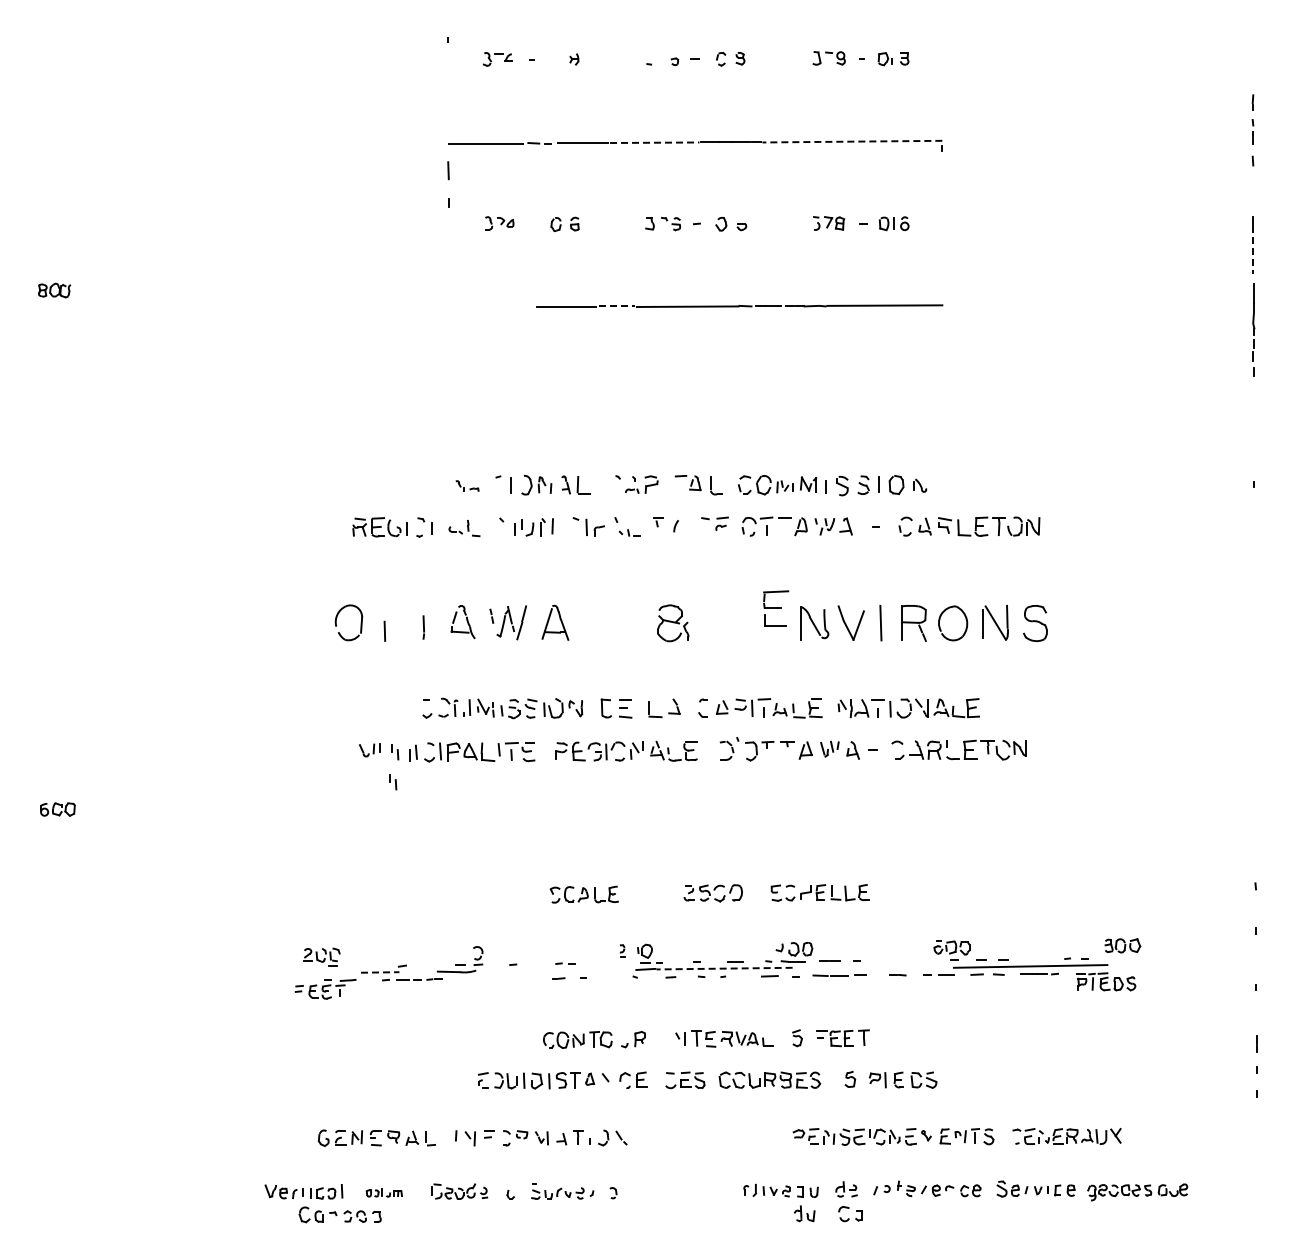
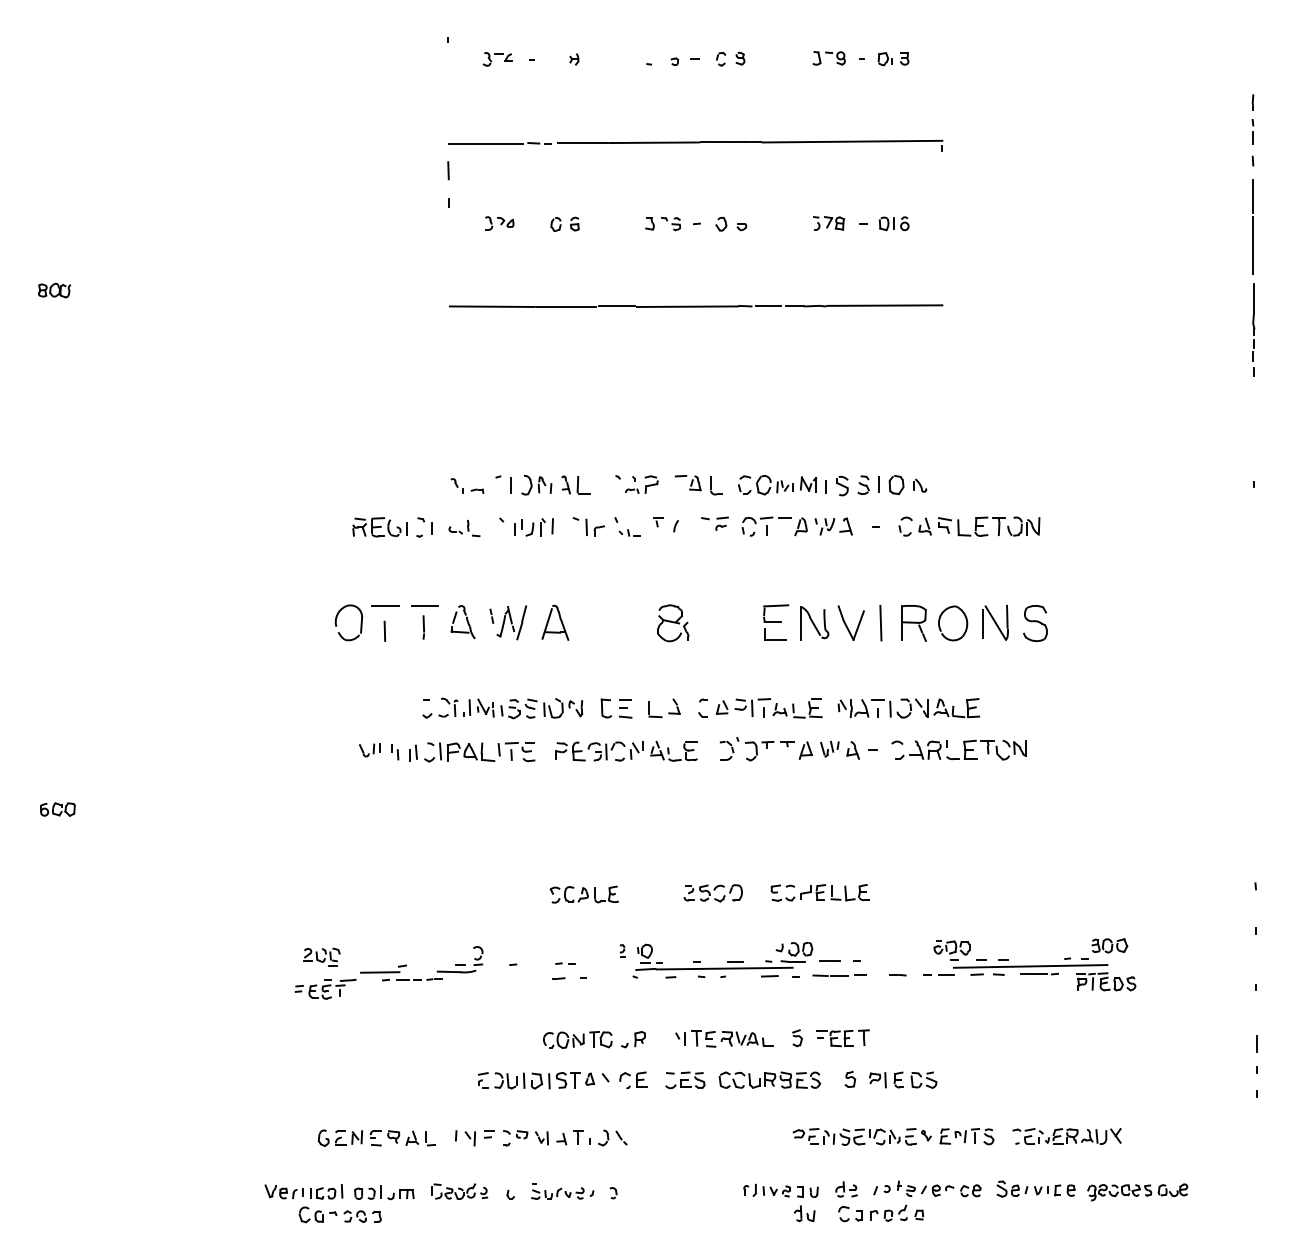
line at (852, 141): dashed -> solid
line at (654, 142): dashed -> solid
line at (1253, 196): none -> present
line at (1253, 250): dashed -> solid
line at (491, 306): none -> present
line at (617, 306): dashed -> solid
part at (467, 485) size: 25x12 px -> 35x16 px
line at (385, 605): none -> present
line at (424, 605): none -> present
part at (776, 608) position: (776, 608) -> (776, 622)
part at (393, 782): present -> none
part at (1122, 945) position: (1122, 945) -> (1109, 945)
line at (724, 968): dashed -> solid
line at (380, 972): dashed -> solid
part at (383, 1192) size: 38x10 px -> 61x16 px
part at (897, 1212): none -> present
